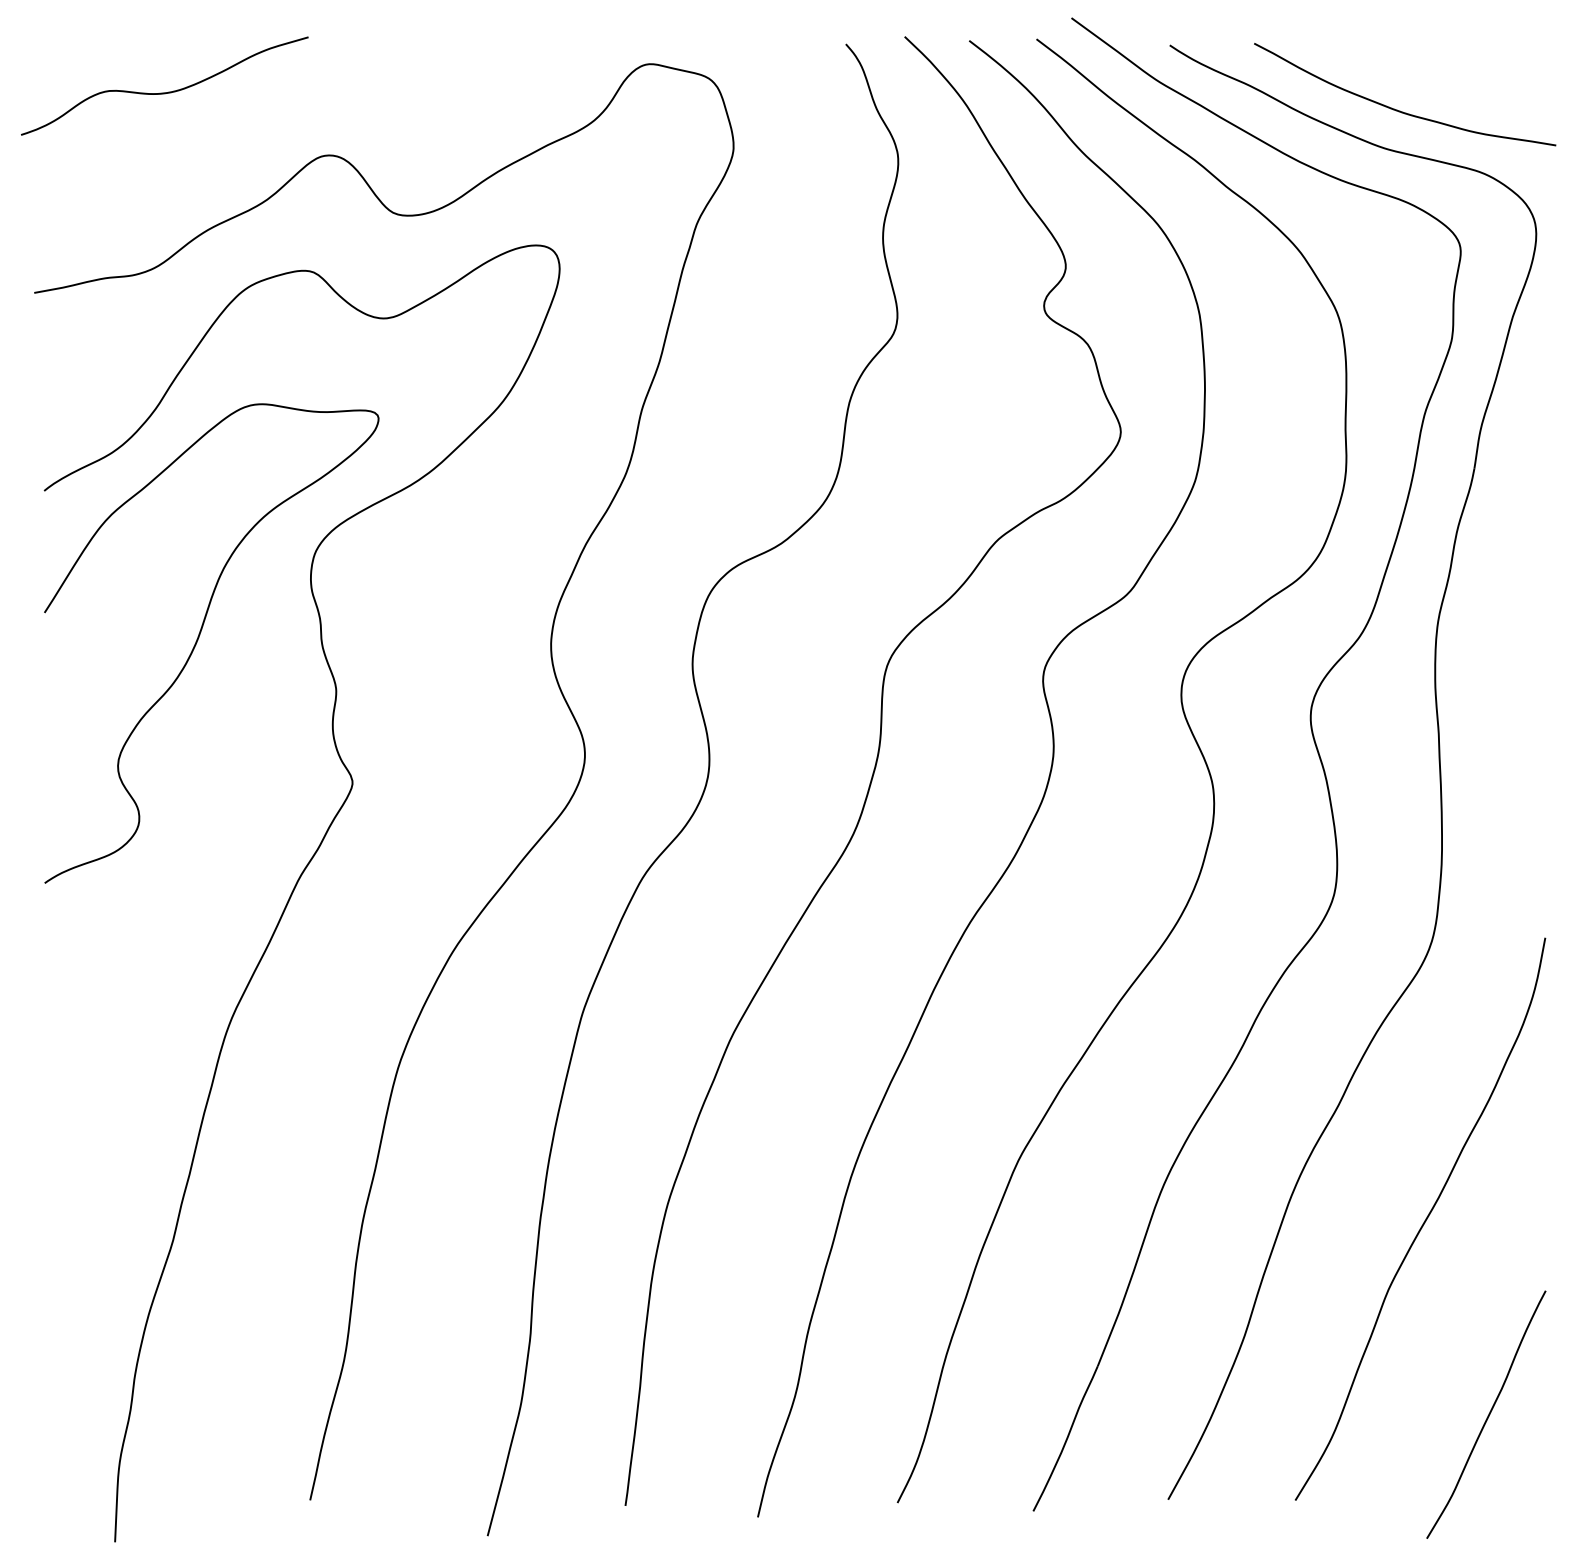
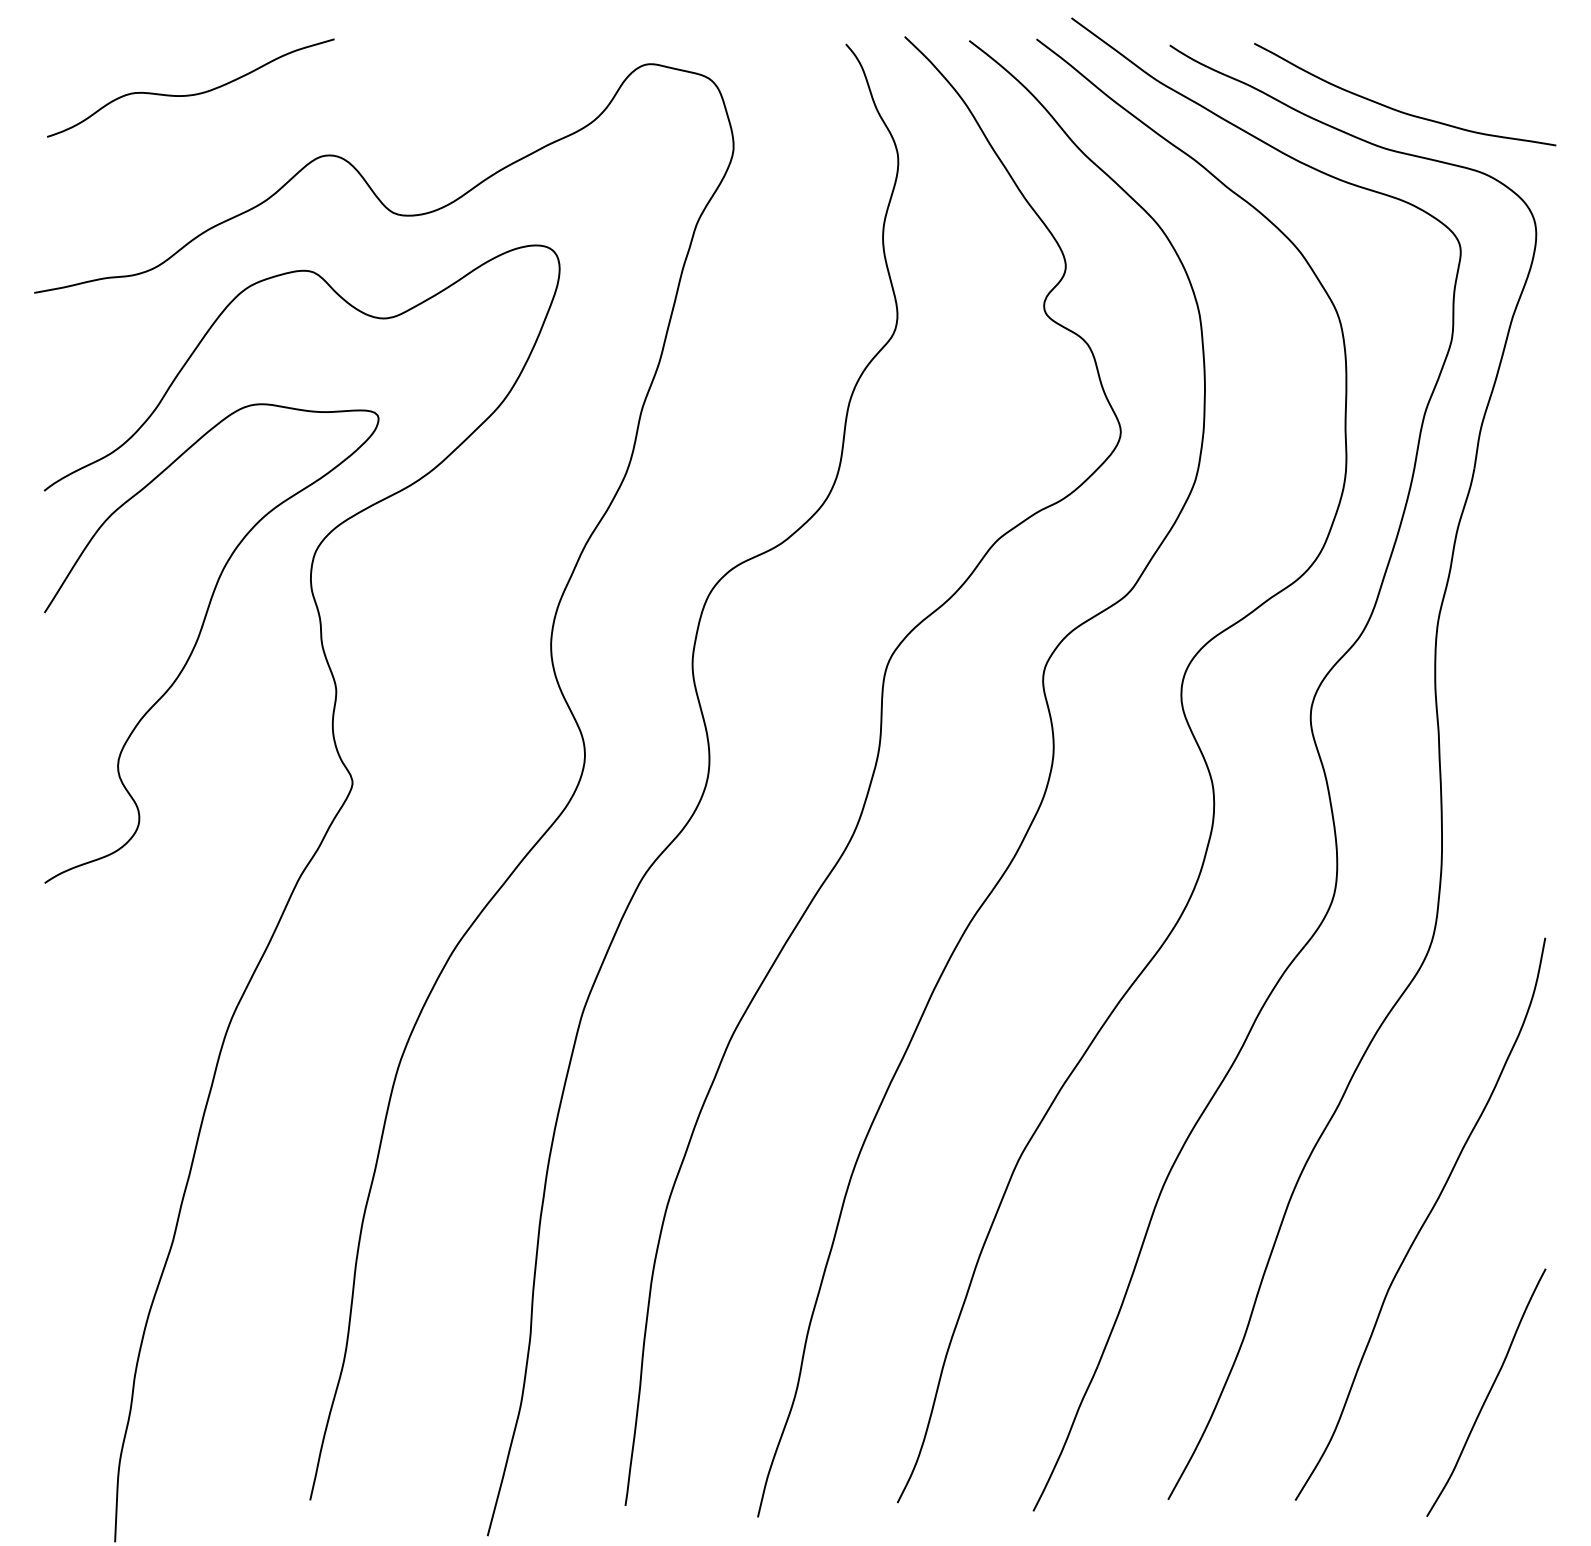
curve at (164, 92) position: (164, 92) -> (190, 94)
curve at (1487, 1415) position: (1487, 1415) -> (1487, 1393)
